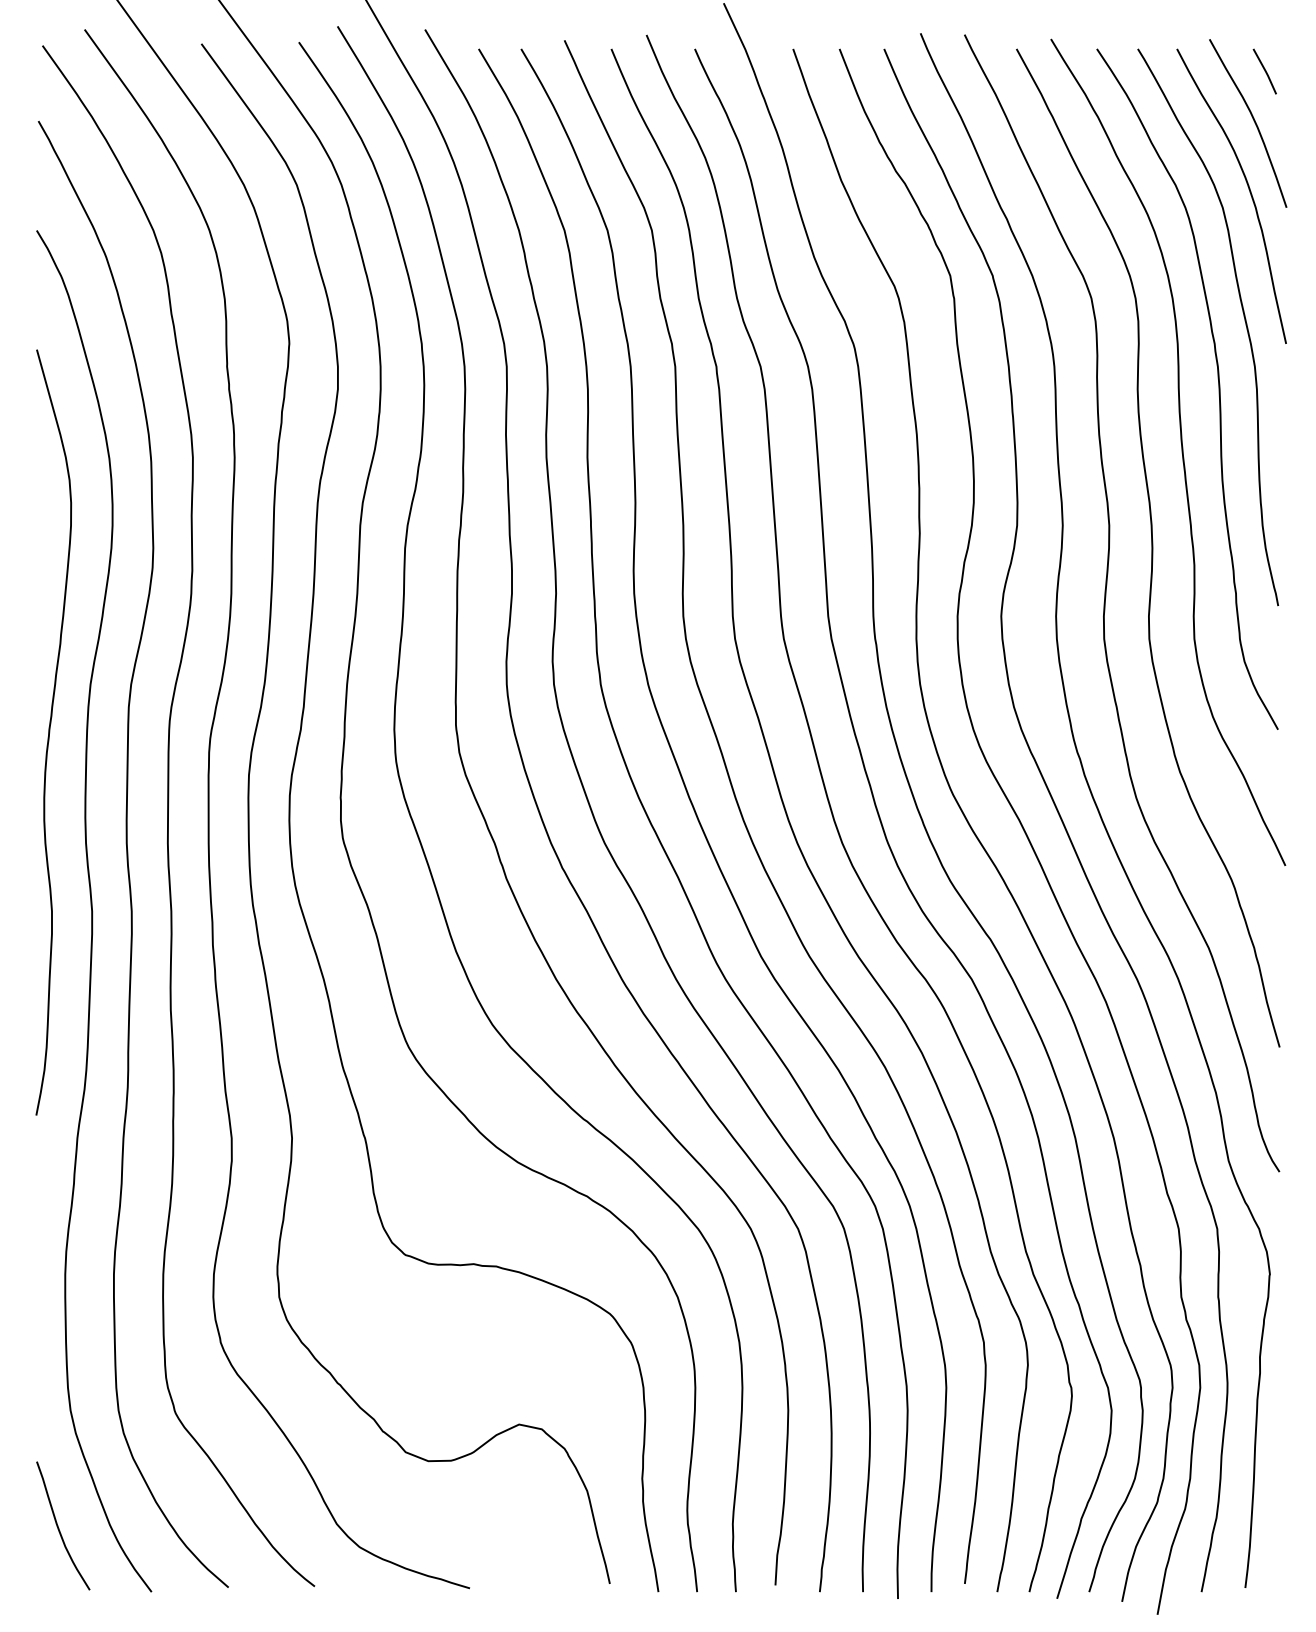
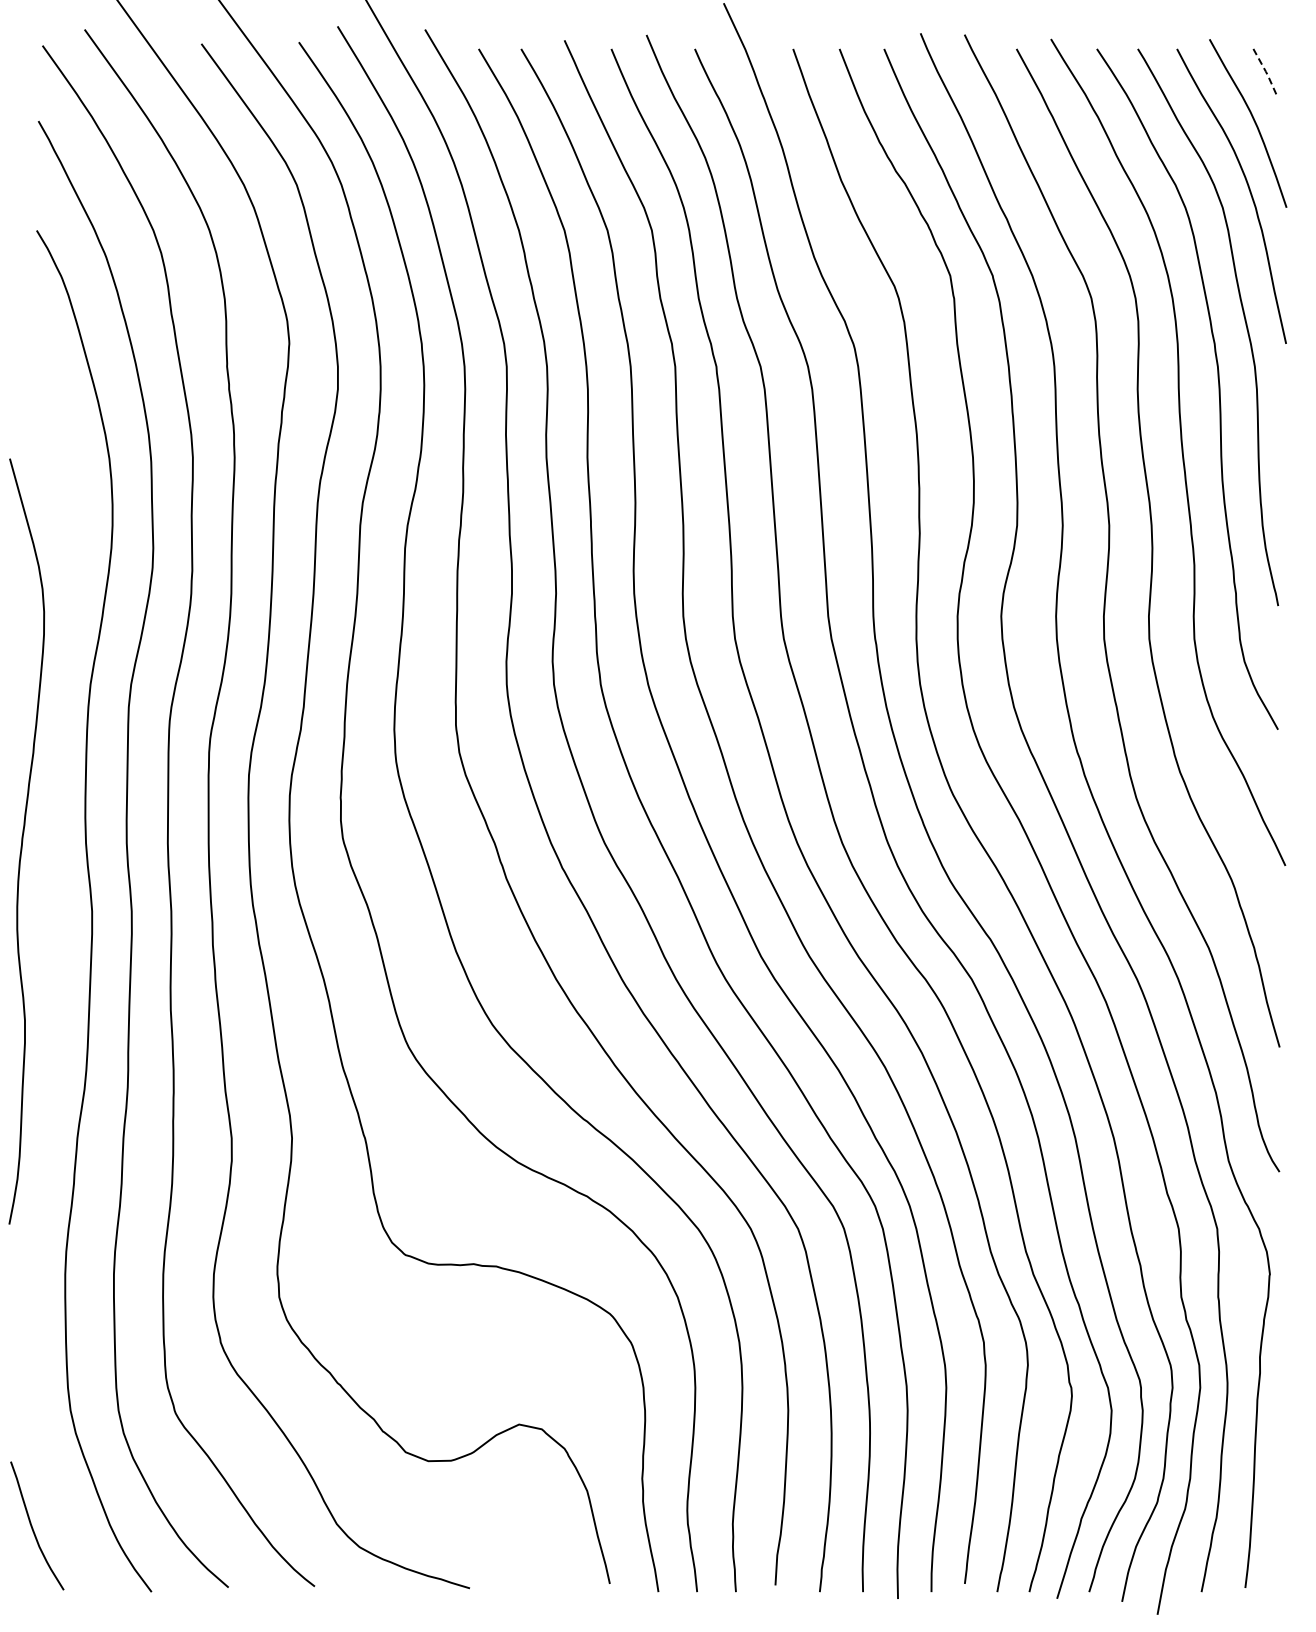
line at (1265, 71): solid -> dashed
curve at (50, 732) position: (50, 732) -> (23, 841)
curve at (58, 1525) position: (58, 1525) -> (32, 1525)
